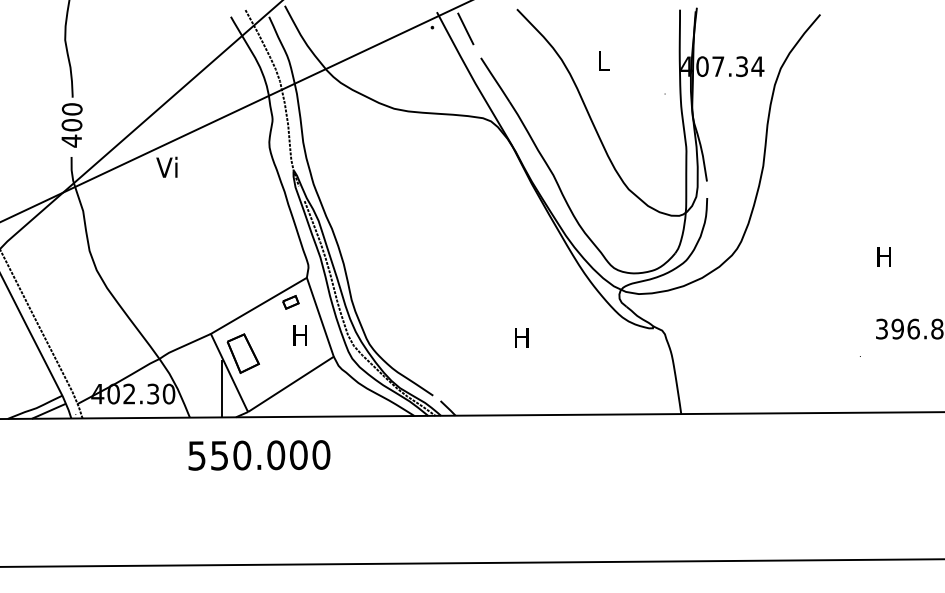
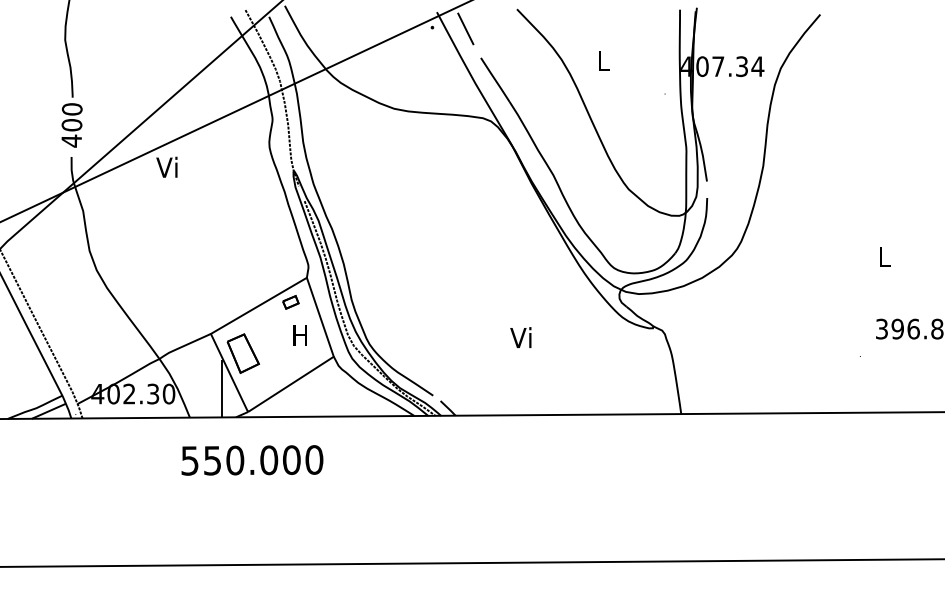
text at (883, 256): H -> L
text at (520, 337): H -> Vi
text at (259, 455) position: (259, 455) -> (252, 460)
